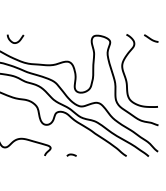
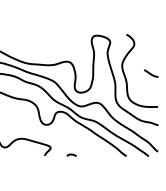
line at (151, 38) position: (151, 38) -> (151, 73)
curve at (16, 41): present -> none
